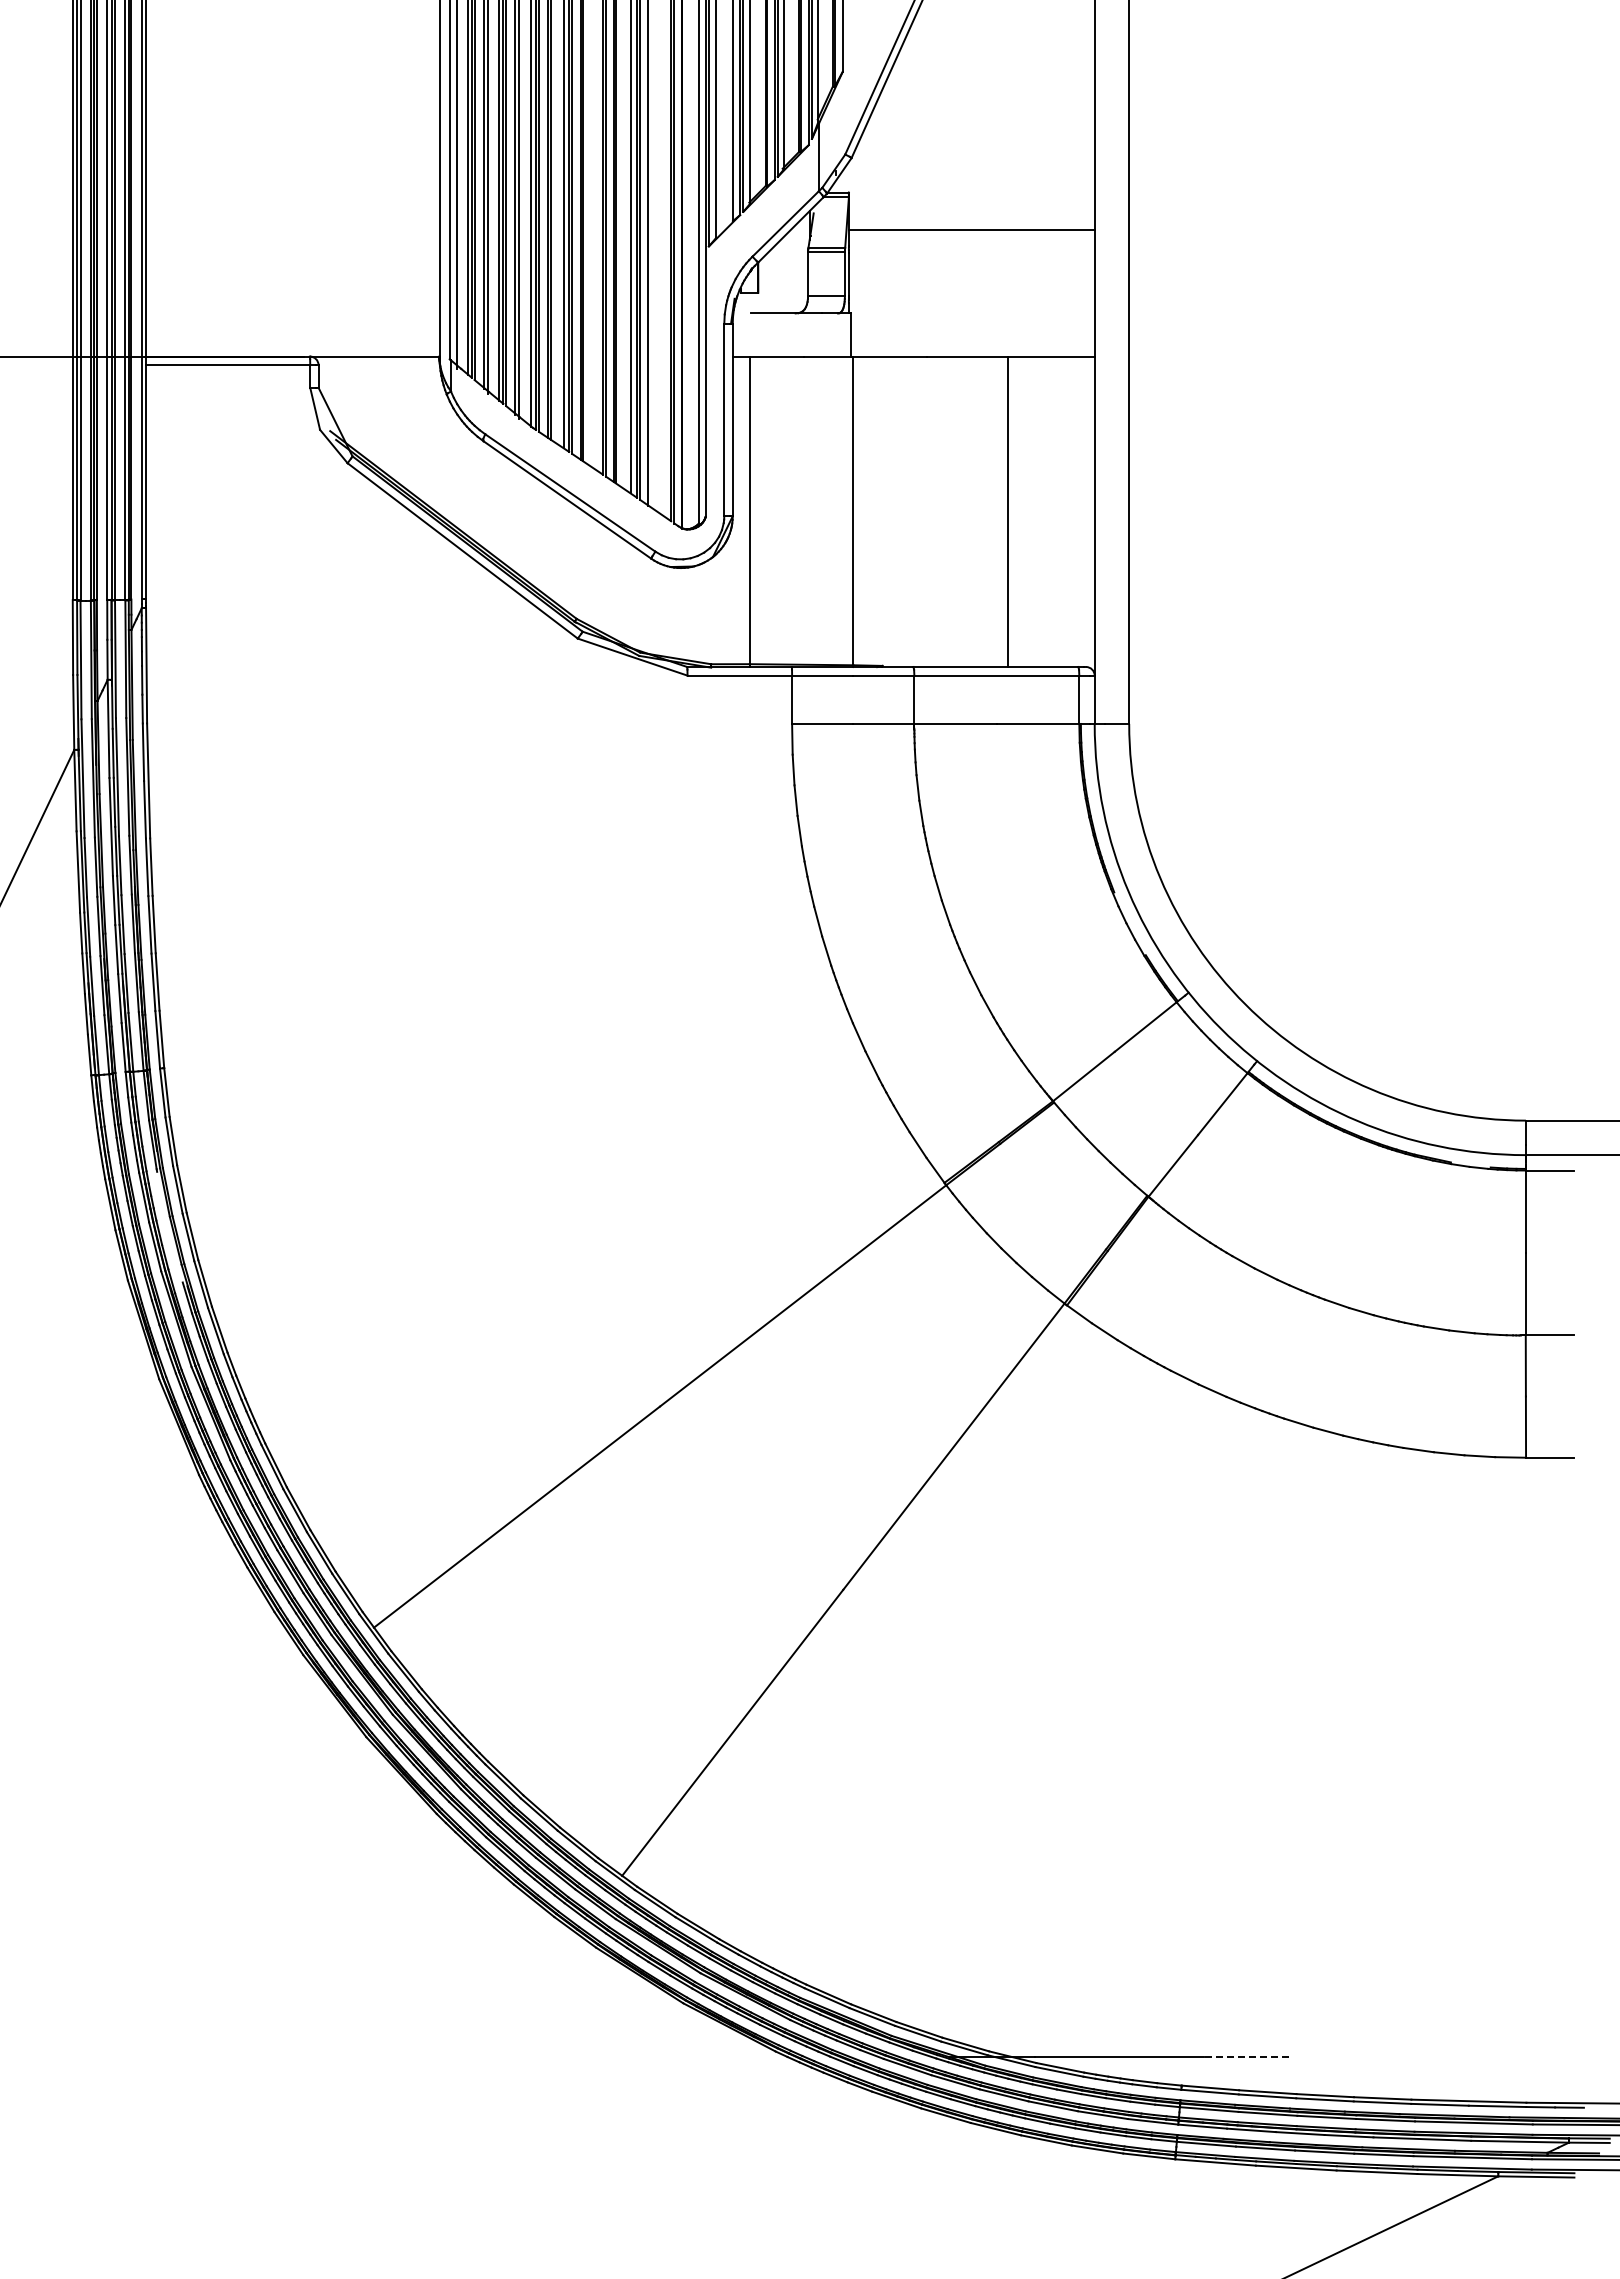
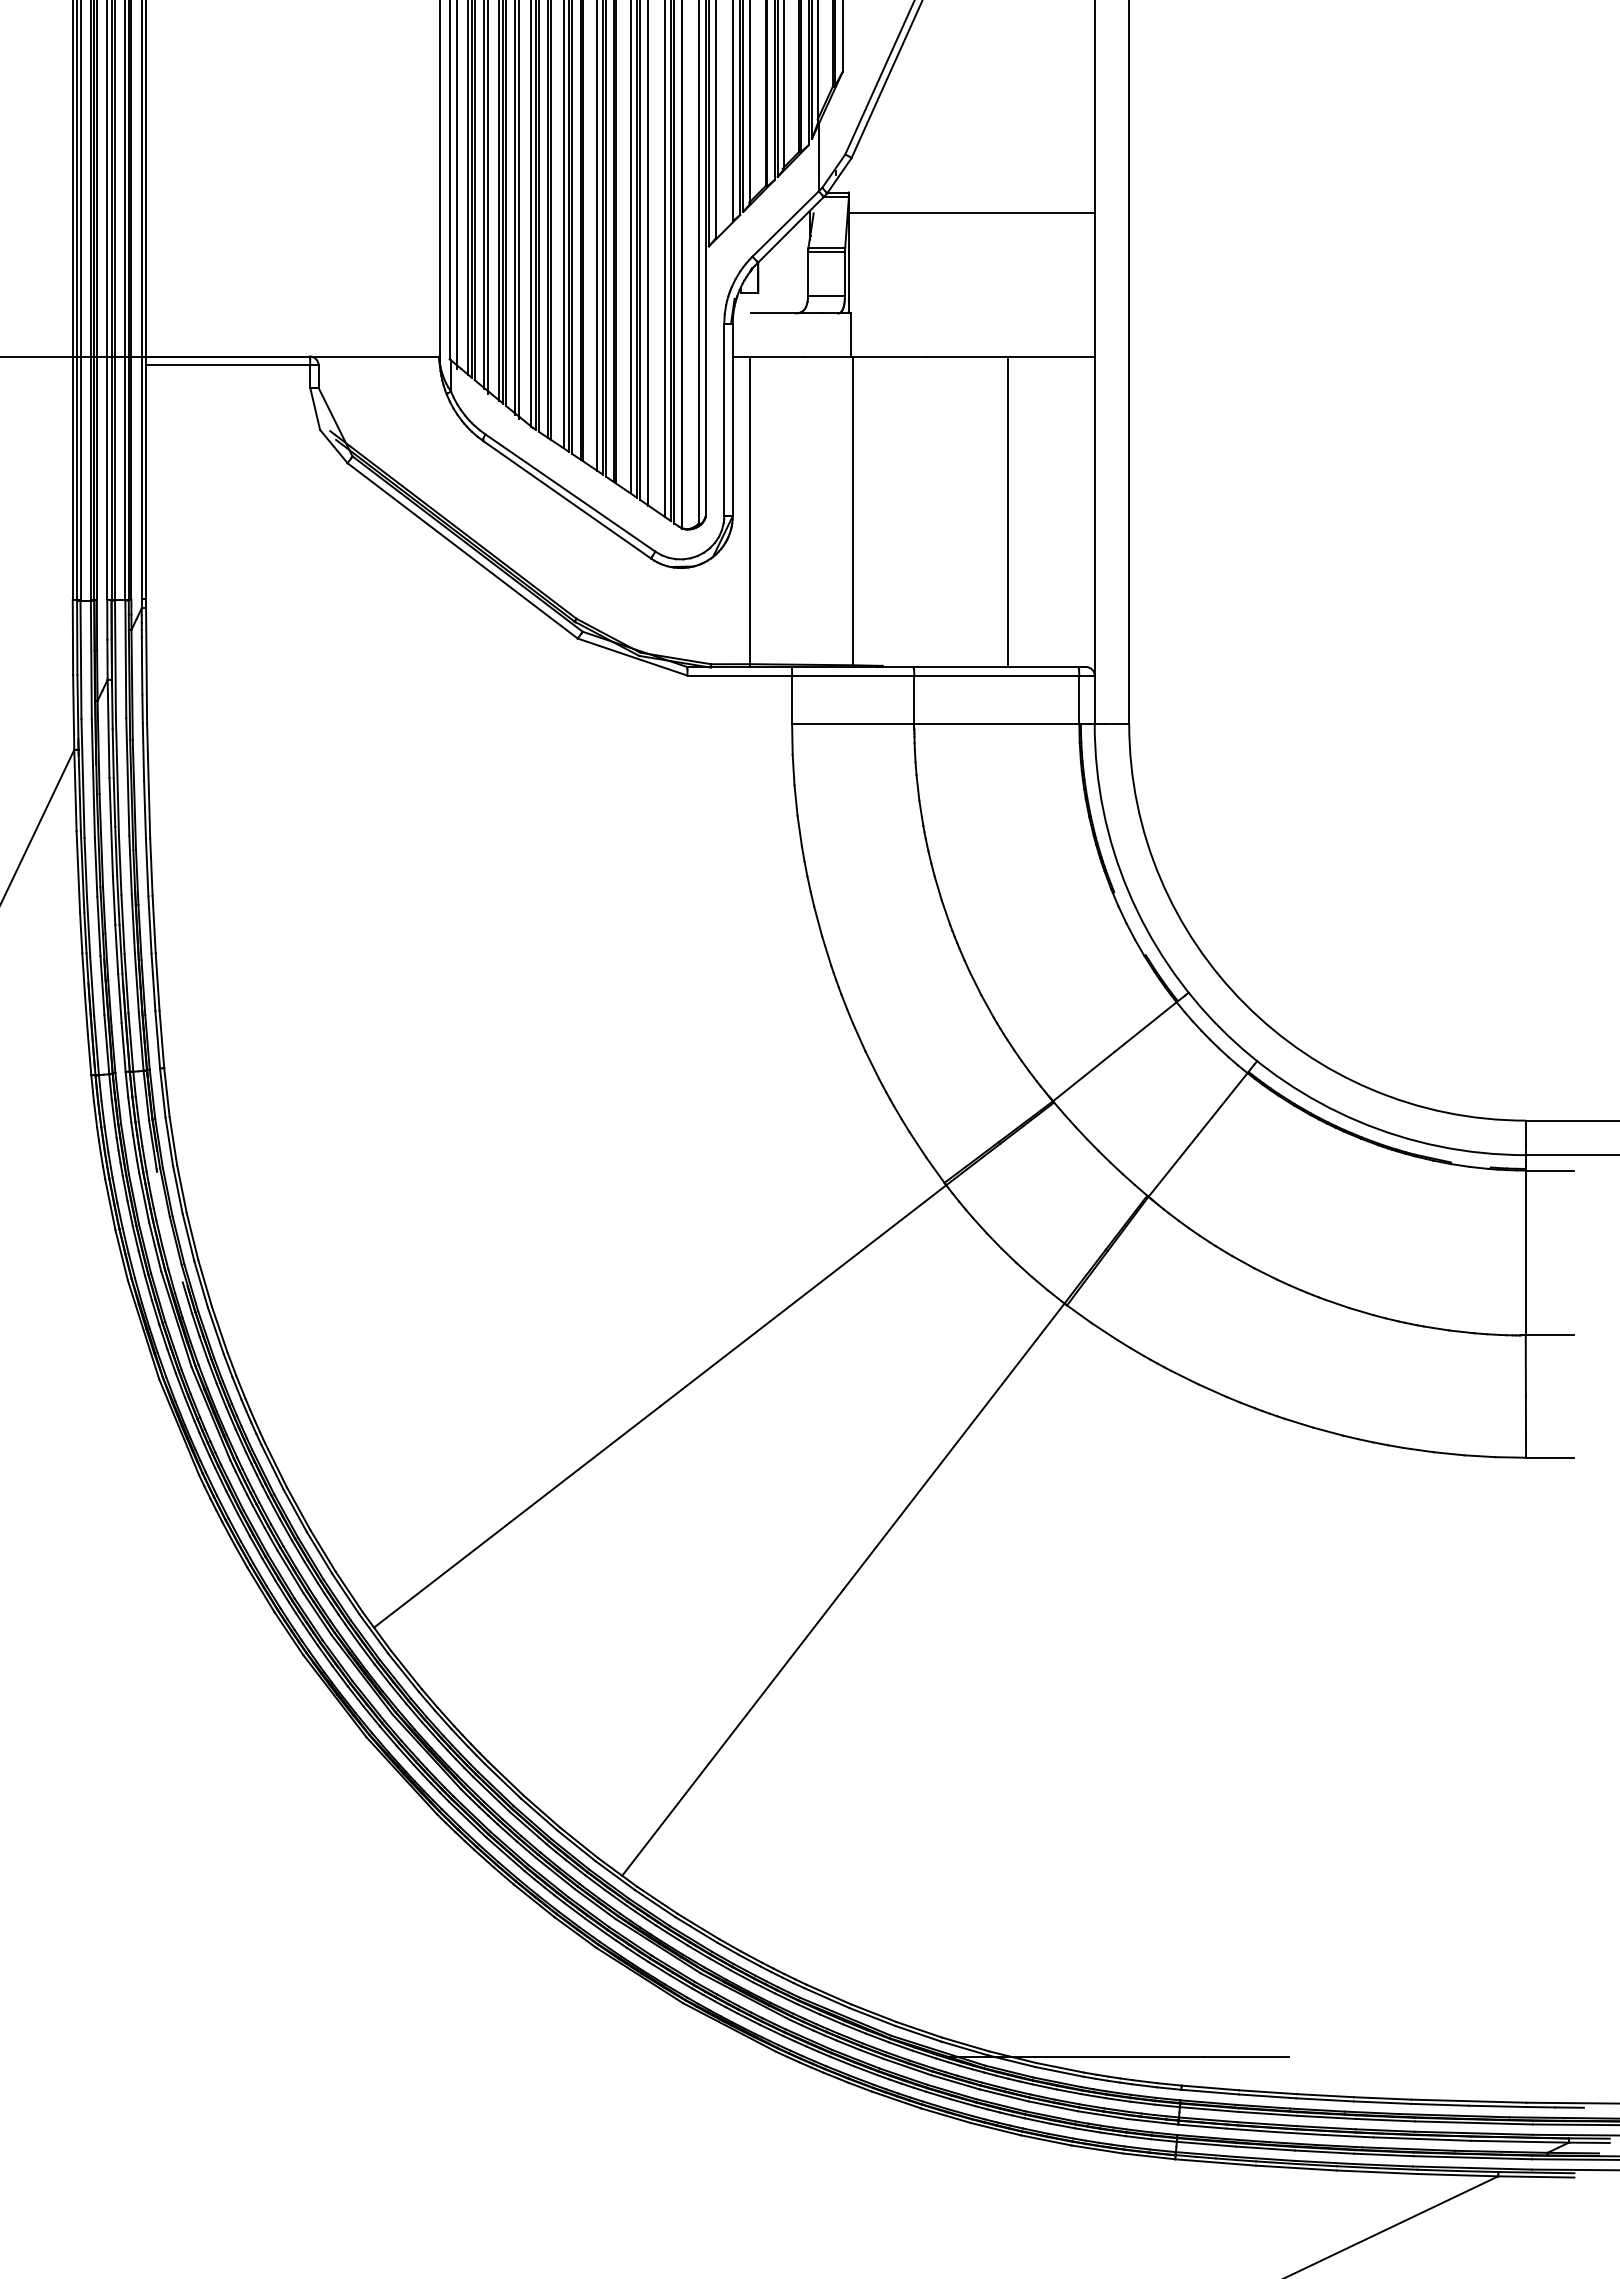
line at (971, 230) position: (971, 230) -> (971, 213)
line at (597, 236): none -> present
line at (664, 259): none -> present
line at (1246, 2057): dashed -> solid
